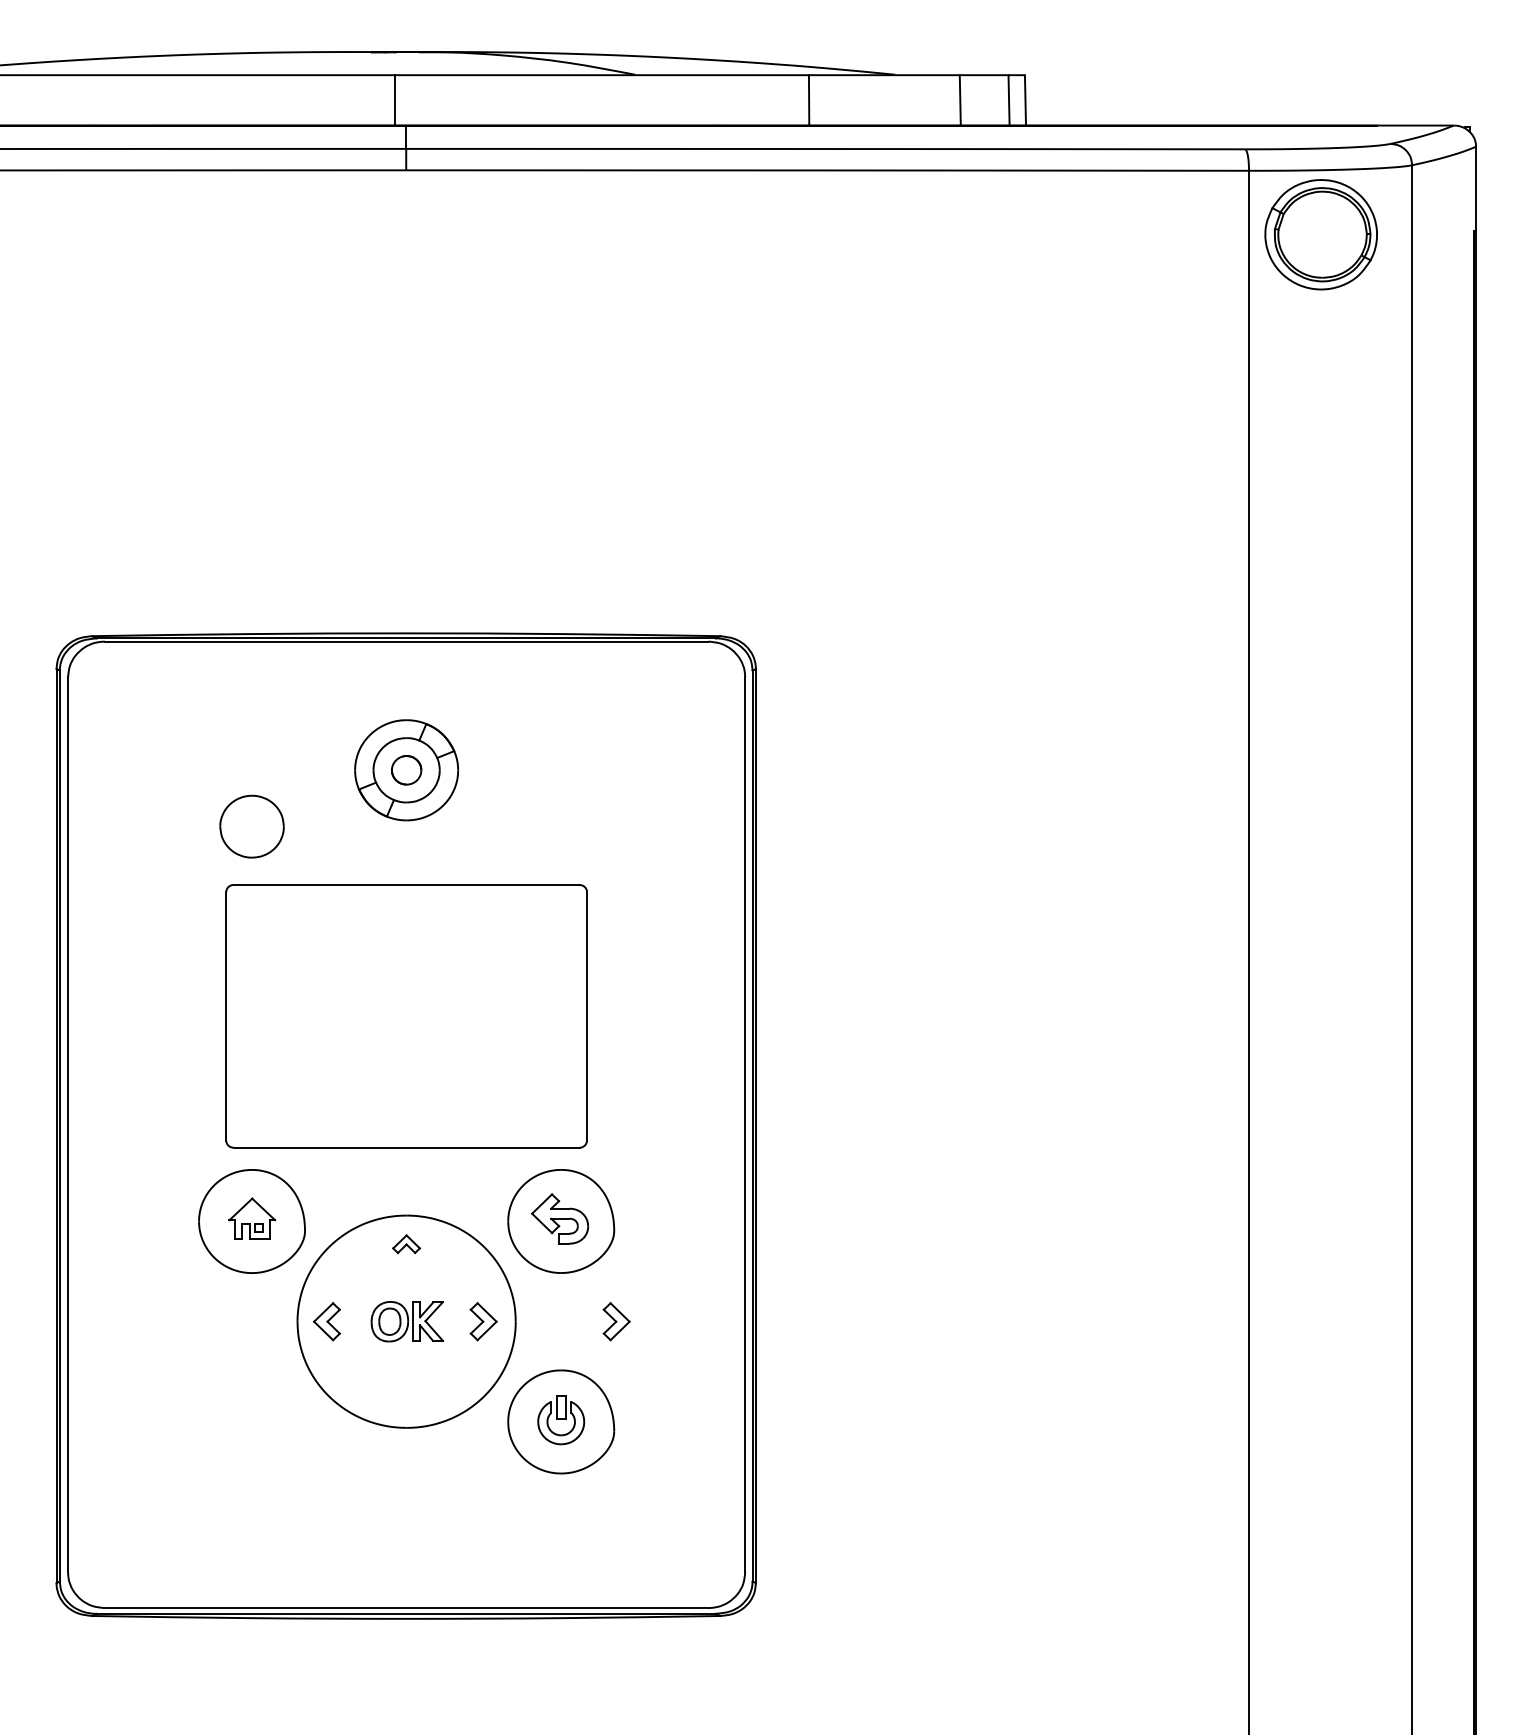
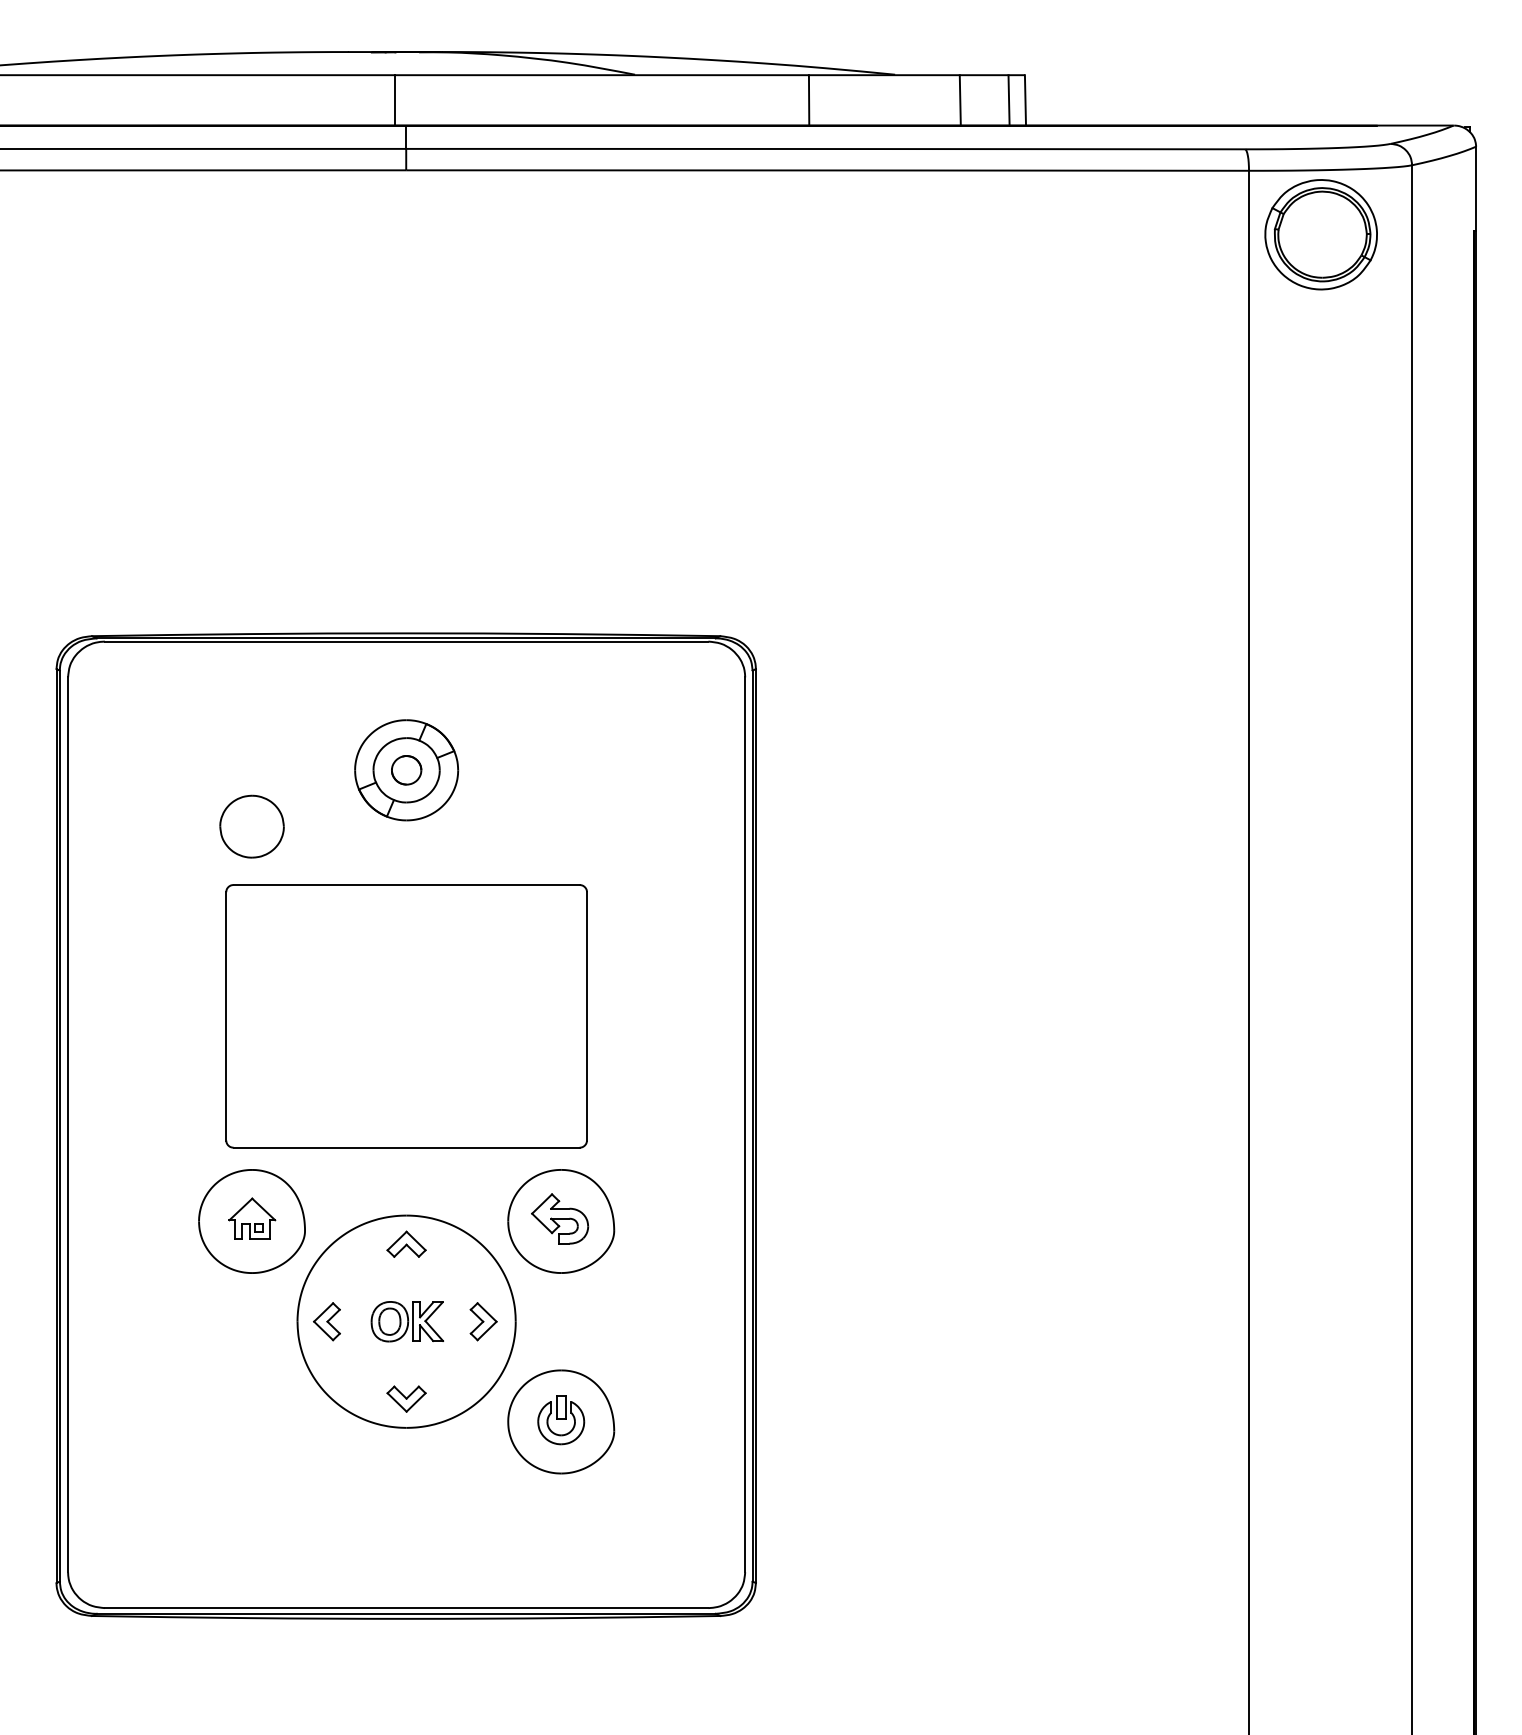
part at (406, 1244) size: 29x21 px -> 41x28 px
part at (616, 1321): present -> none
part at (406, 1398): none -> present
